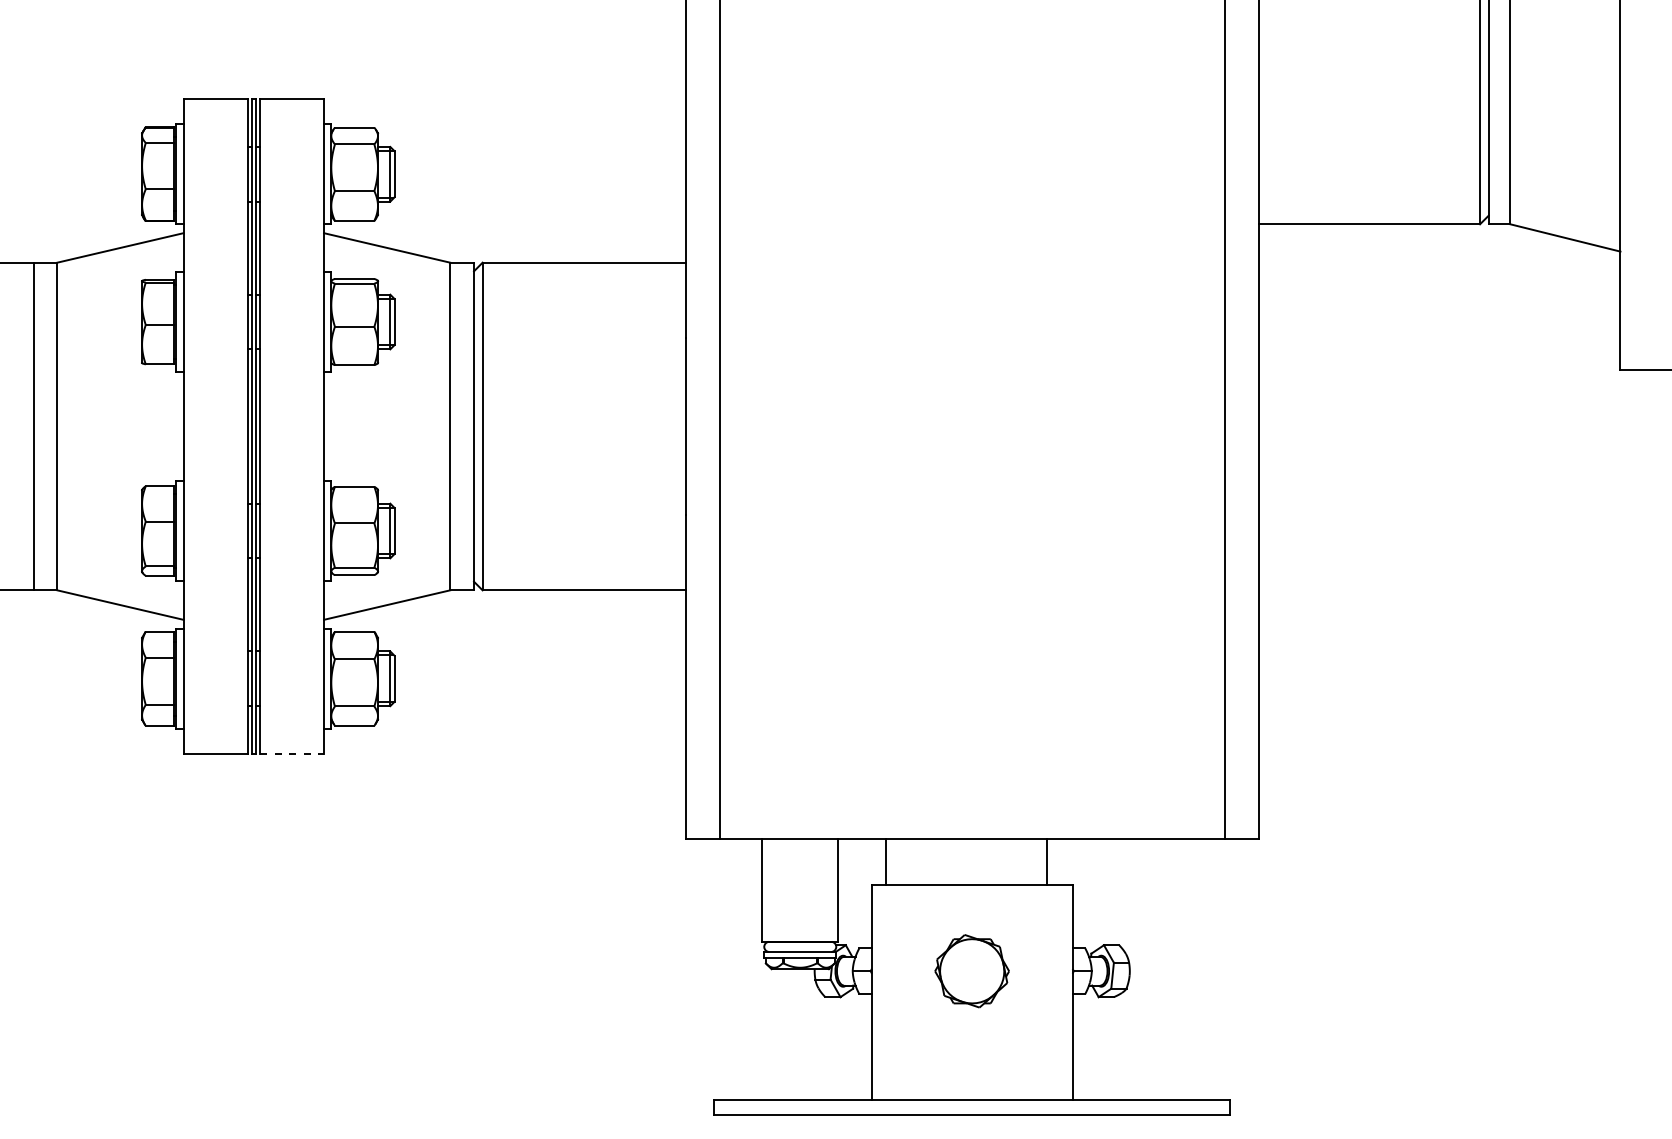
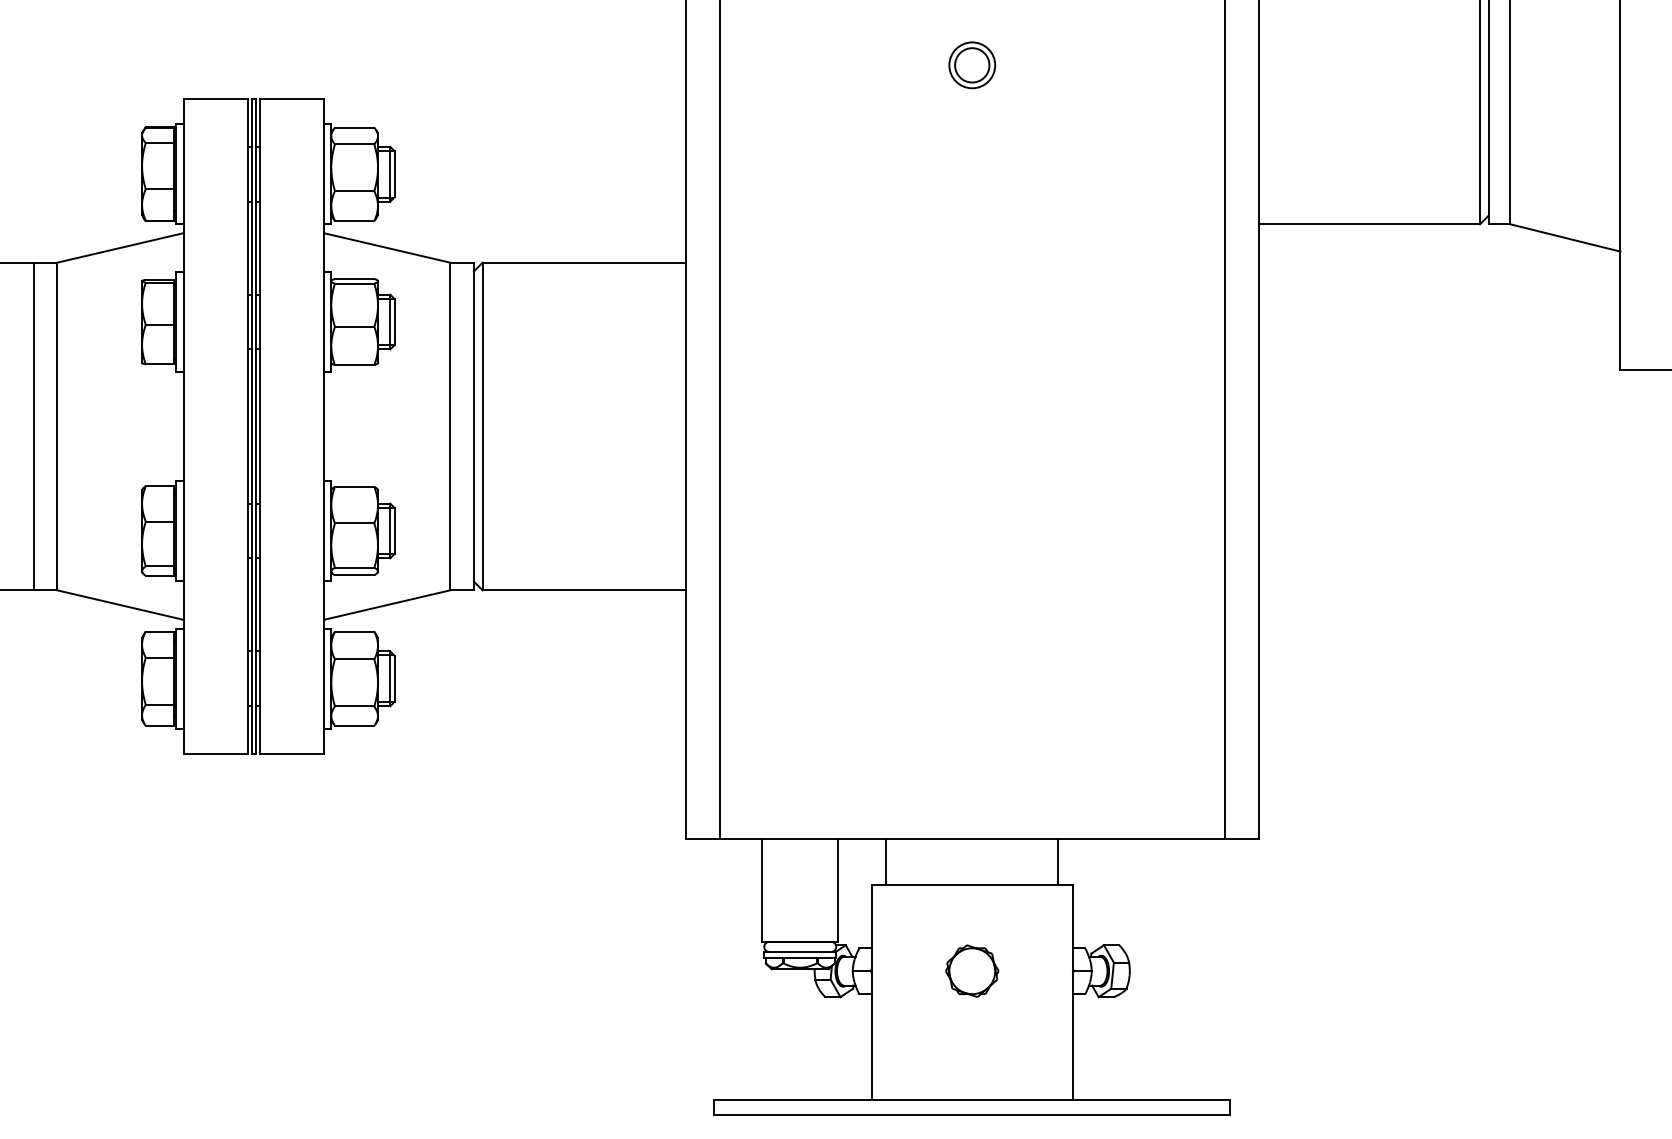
part at (972, 65): none -> present
line at (292, 754): dashed -> solid
line at (1047, 862) position: (1047, 862) -> (1058, 862)
part at (971, 971) size: 76x75 px -> 55x54 px
